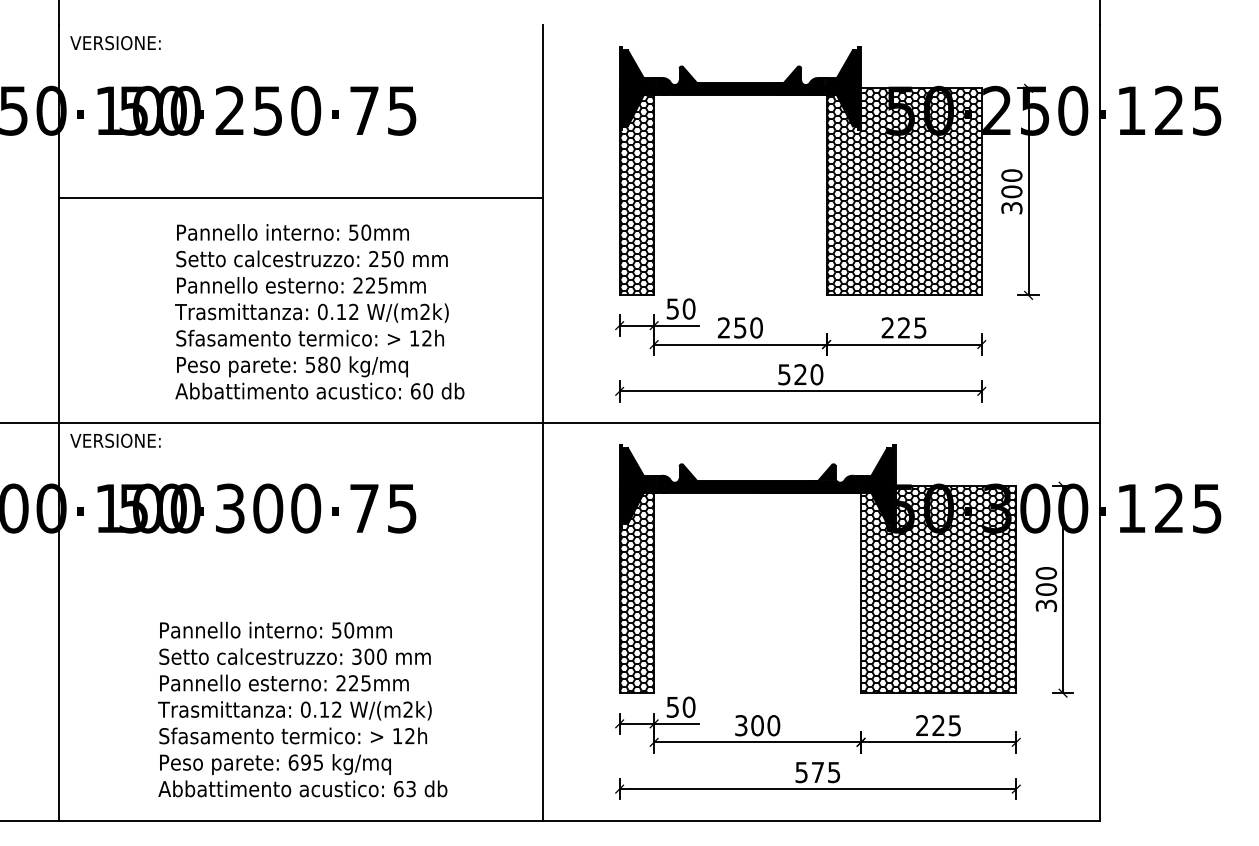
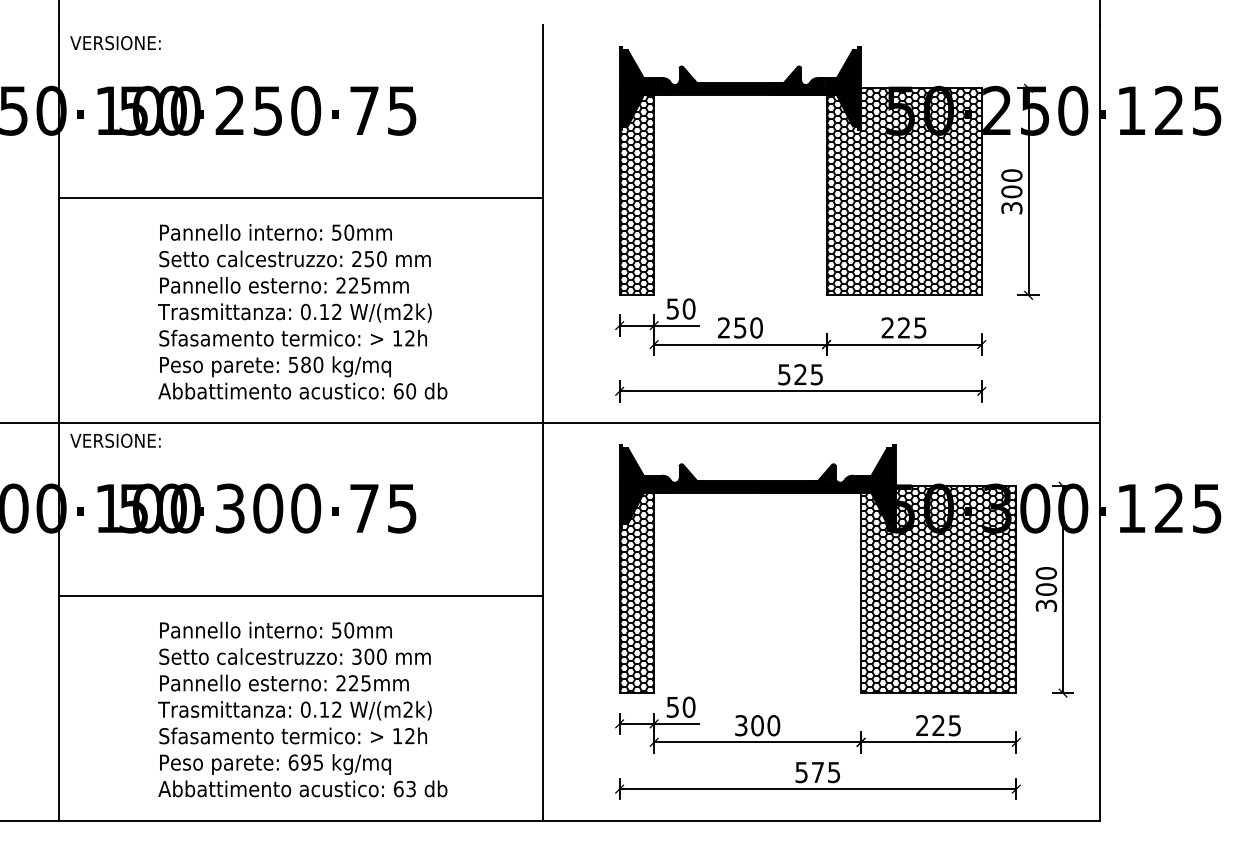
text at (319, 311) position: (319, 311) -> (302, 311)
text at (816, 374): 520 -> 525
line at (301, 595): none -> present
